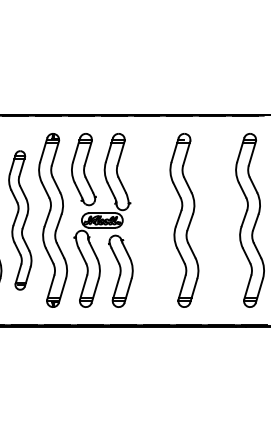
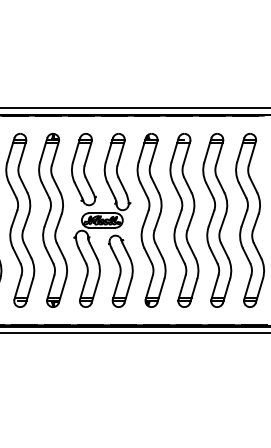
line at (134, 108): none -> present
part at (20, 220) size: 25x141 px -> 31x175 px
part at (151, 220): none -> present
part at (217, 220): none -> present
line at (134, 333): none -> present
